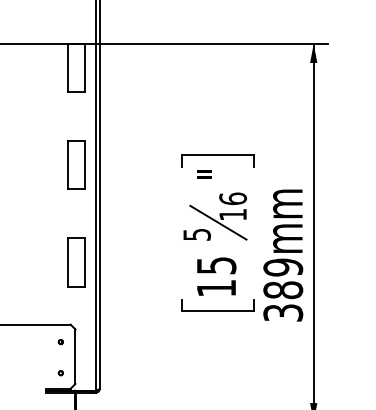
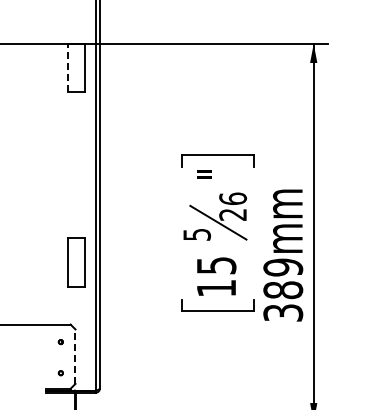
line at (67, 67): solid -> dashed
part at (76, 164): present -> none
text at (232, 214): 16 -> 26
line at (75, 356): solid -> dashed
